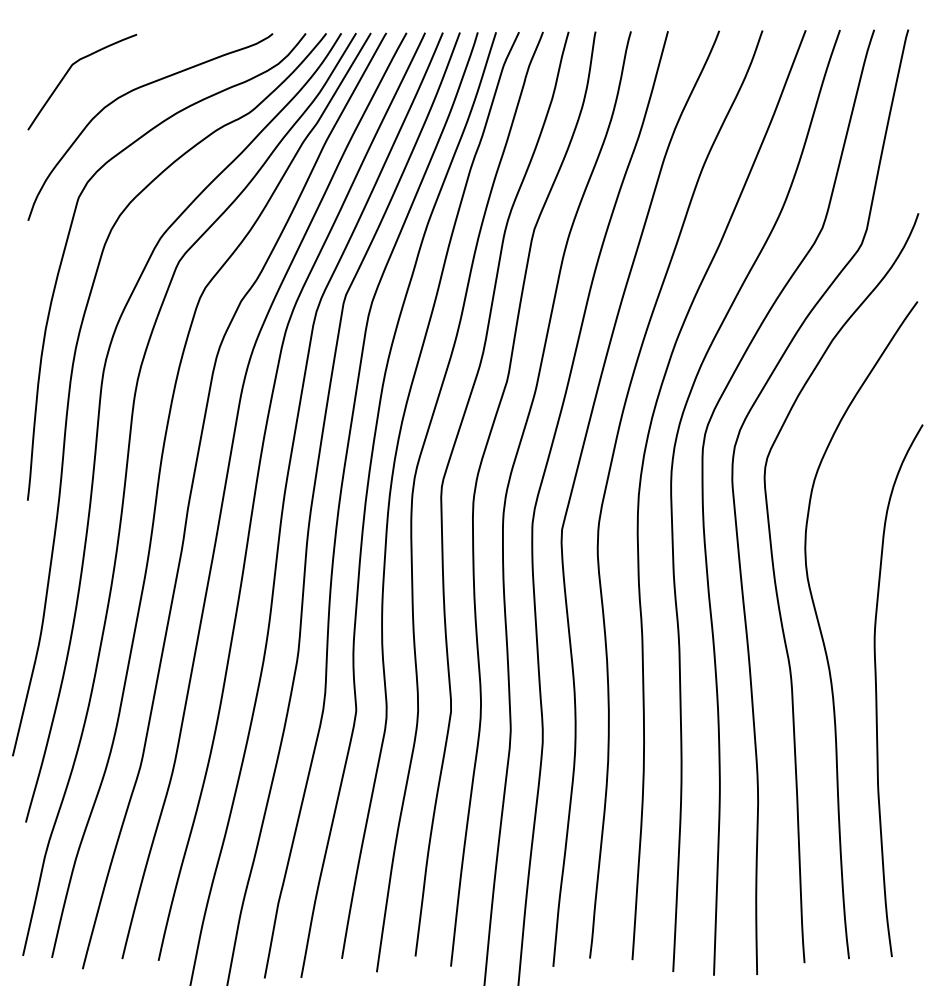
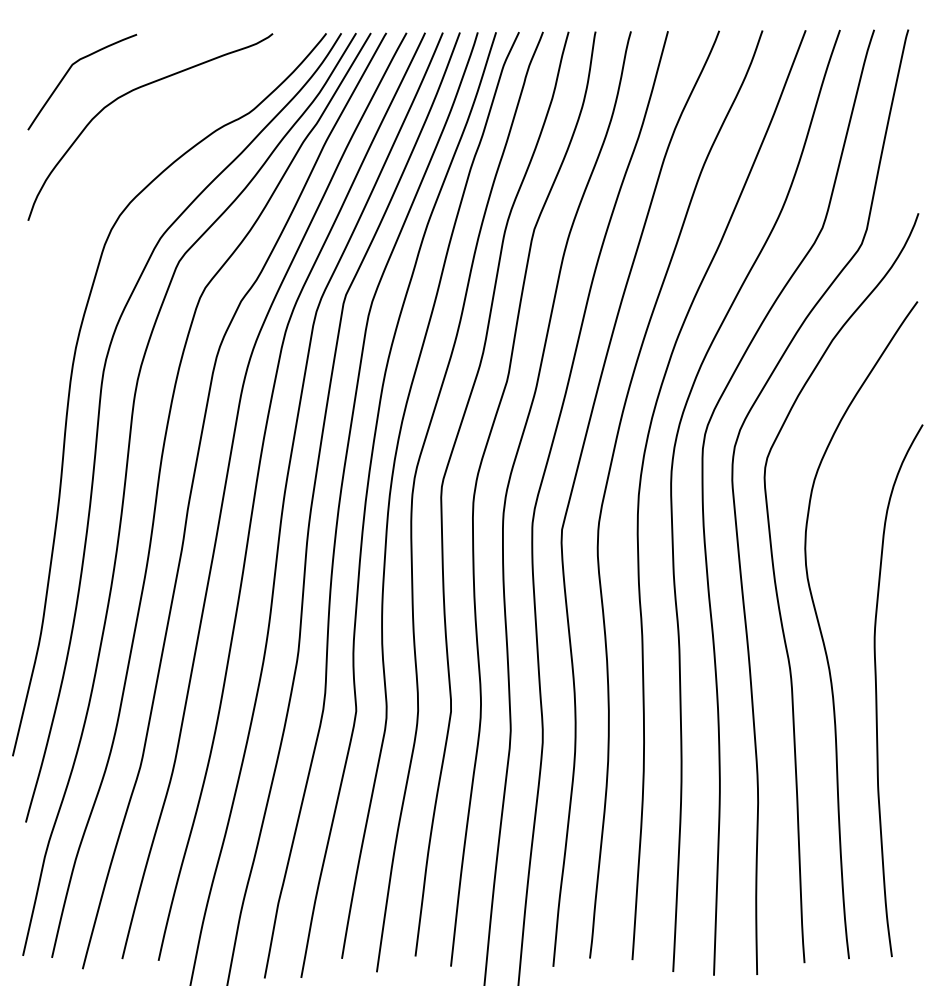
curve at (69, 236): present -> none
